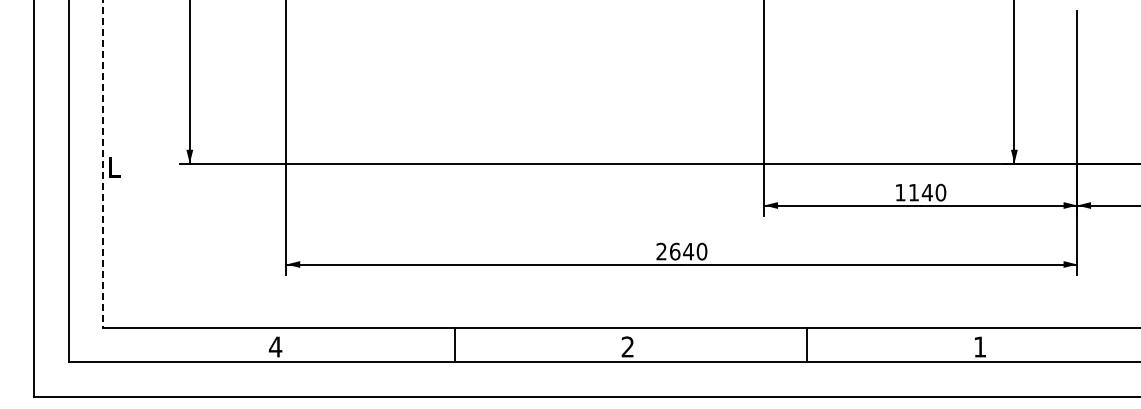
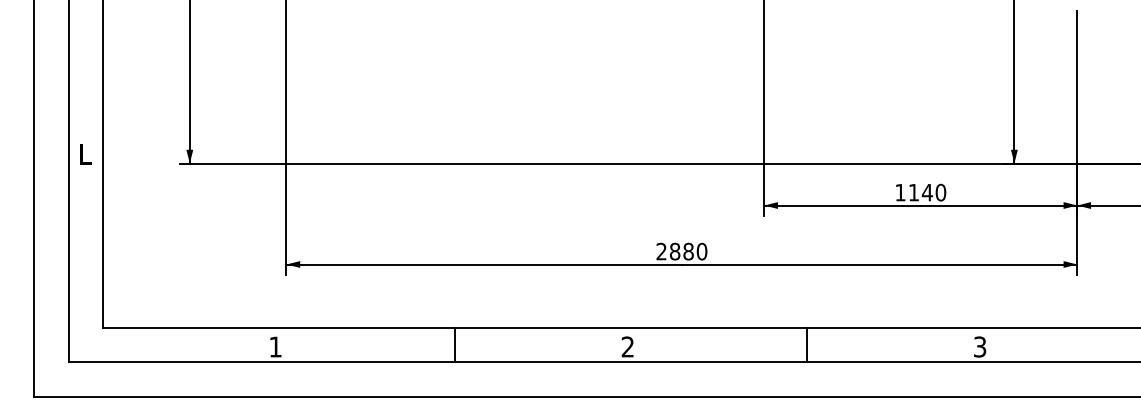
line at (102, 164): dashed -> solid
text at (114, 167) position: (114, 167) -> (85, 154)
text at (681, 251): 2640 -> 2880
text at (275, 346): 4 -> 1
text at (980, 346): 1 -> 3
